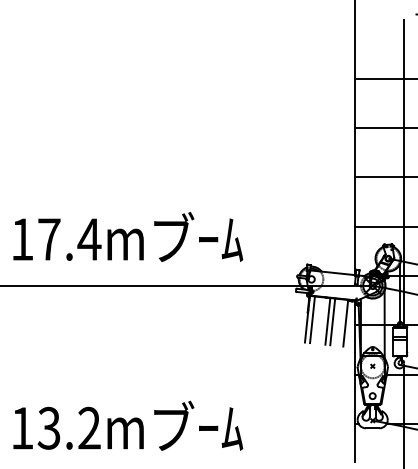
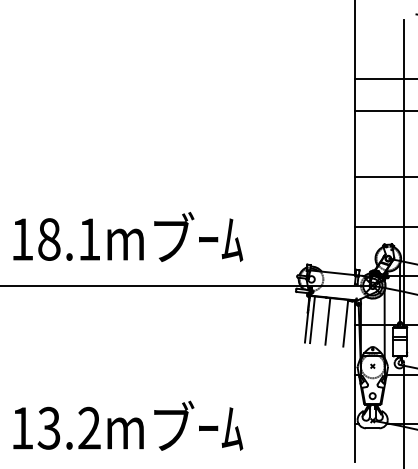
line at (384, 127) position: (384, 127) -> (384, 110)
text at (69, 239): 17.4m -> 18.1m
line at (332, 321): present -> none
